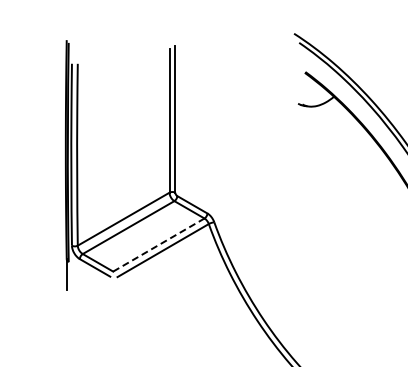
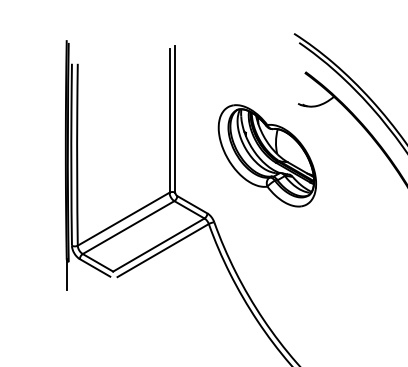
part at (266, 155): none -> present
line at (158, 245): dashed -> solid
